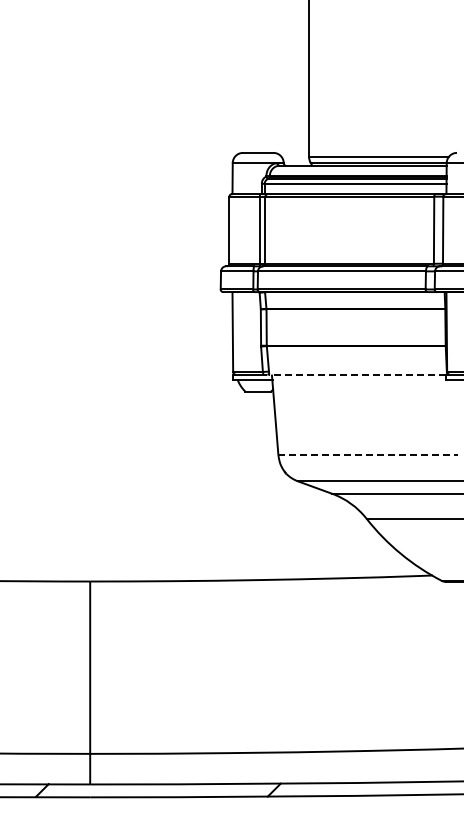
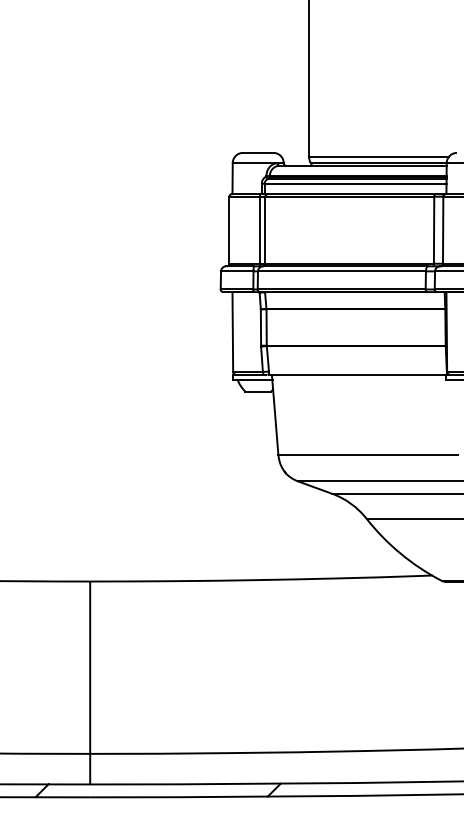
line at (357, 374): dashed -> solid
line at (368, 454): dashed -> solid
